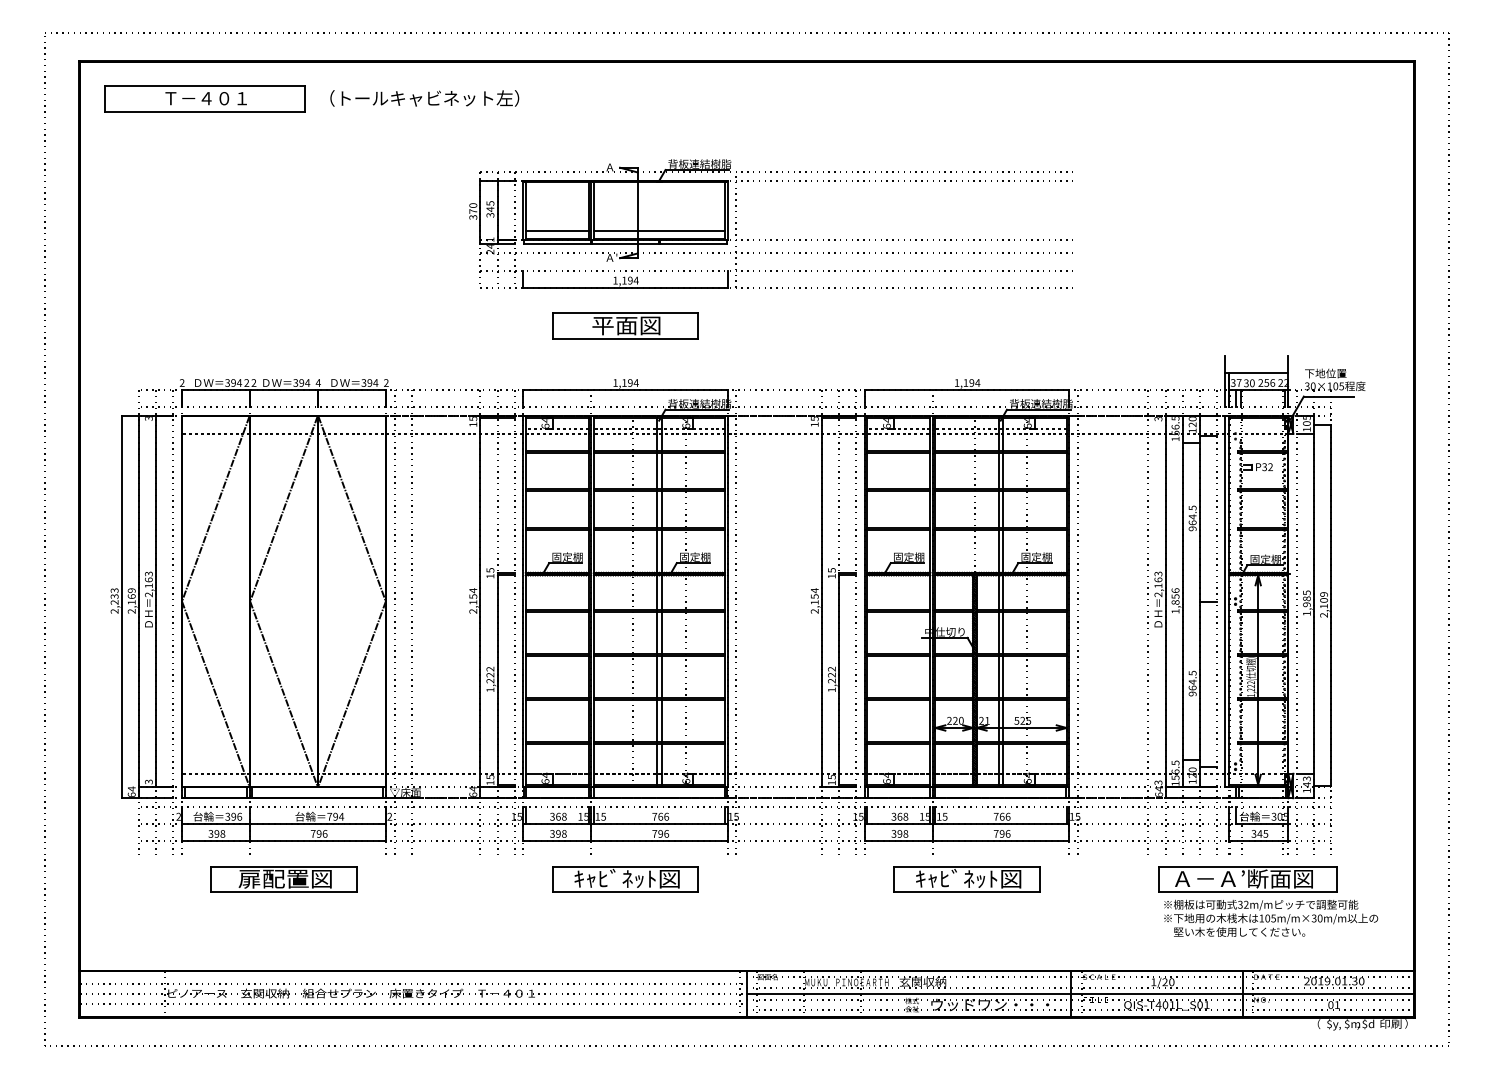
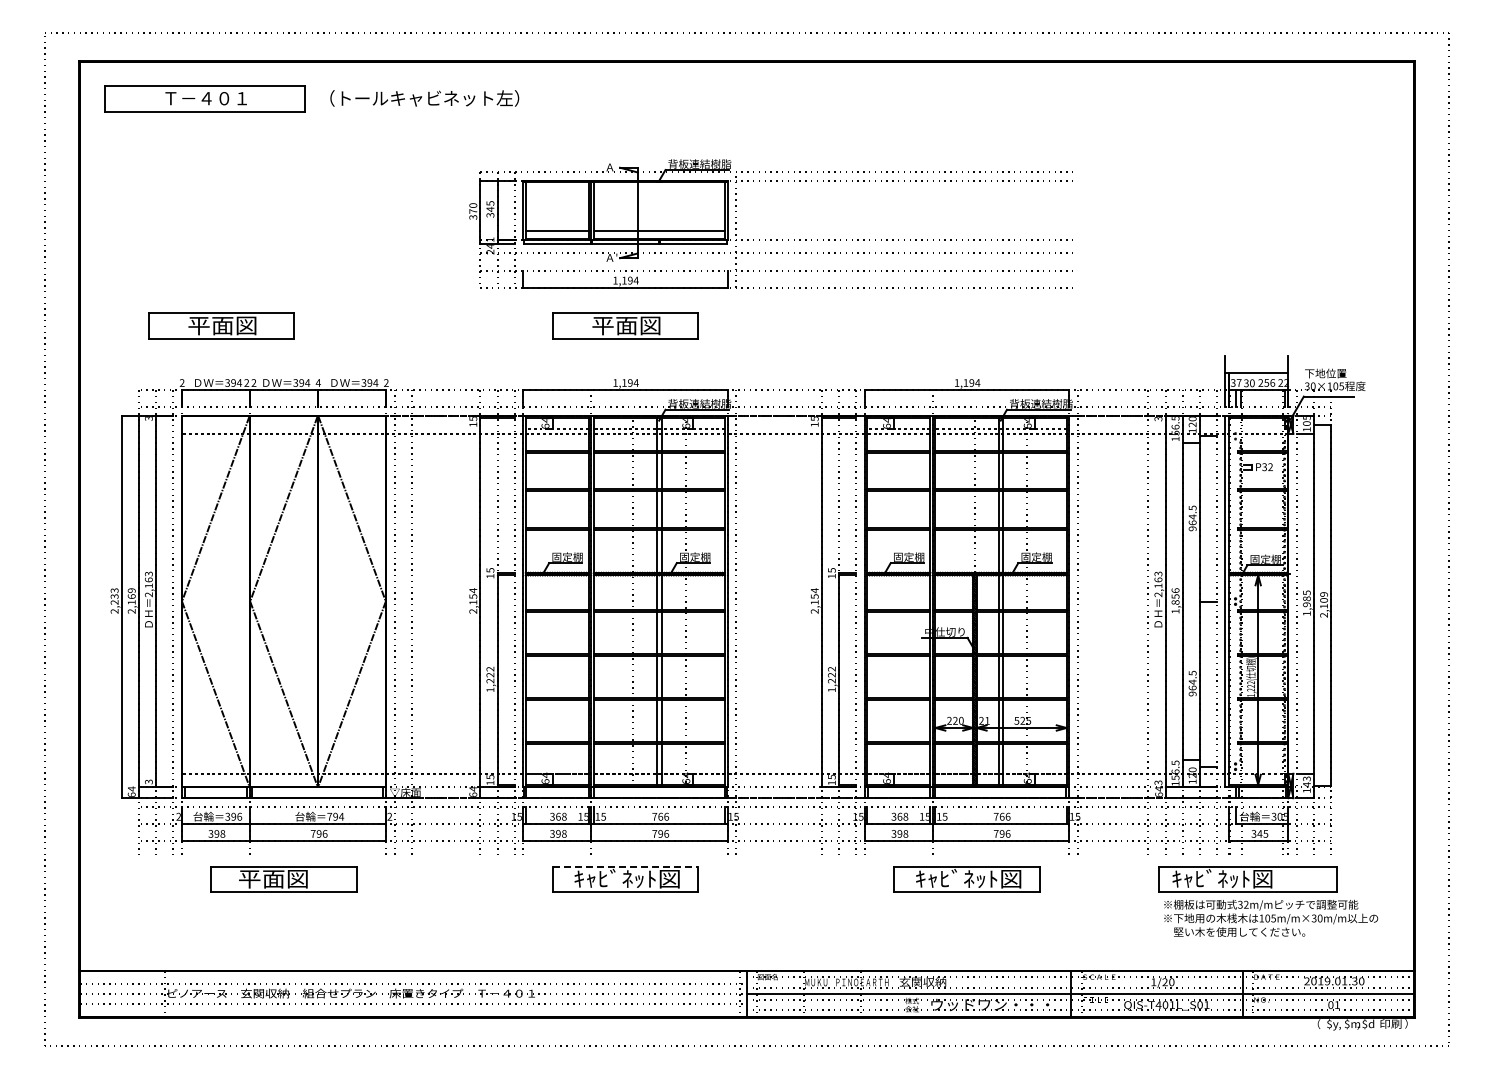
part at (221, 325): none -> present
line at (625, 866): solid -> dashed
text at (284, 878): 扉配置図 -> 平面図
text at (1242, 878): Ａ－Ａ’断面図 -> ｷｬﾋﾞﾈｯﾄ図
